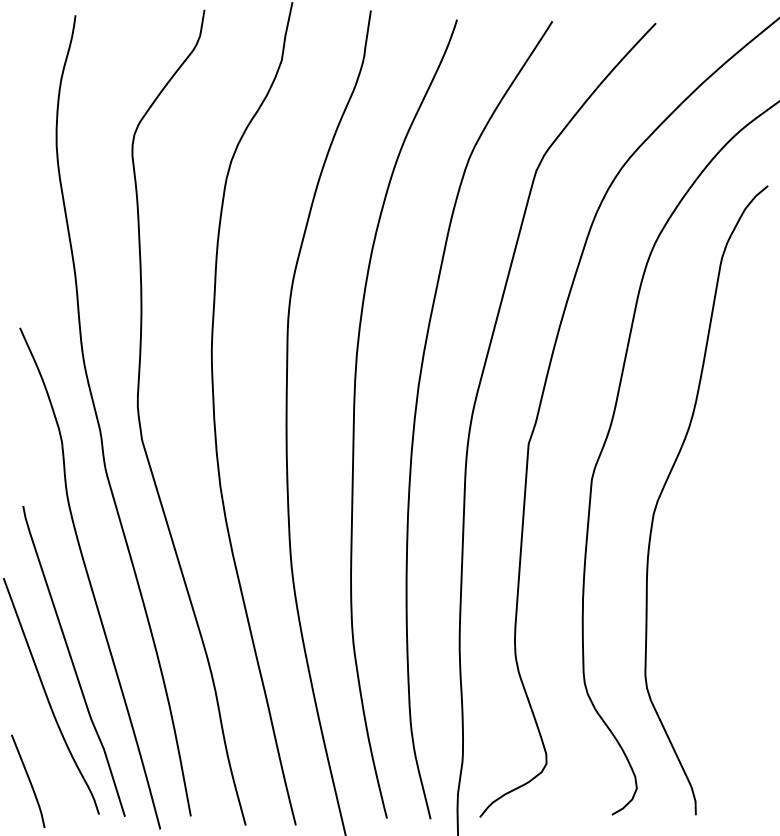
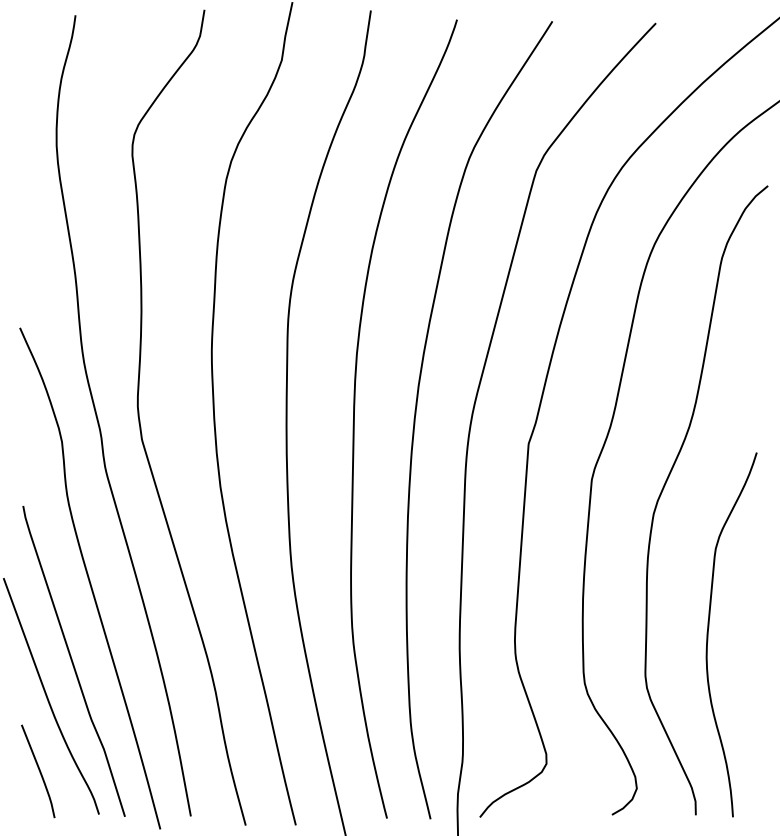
curve at (708, 634): none -> present
curve at (28, 780) position: (28, 780) -> (38, 770)
